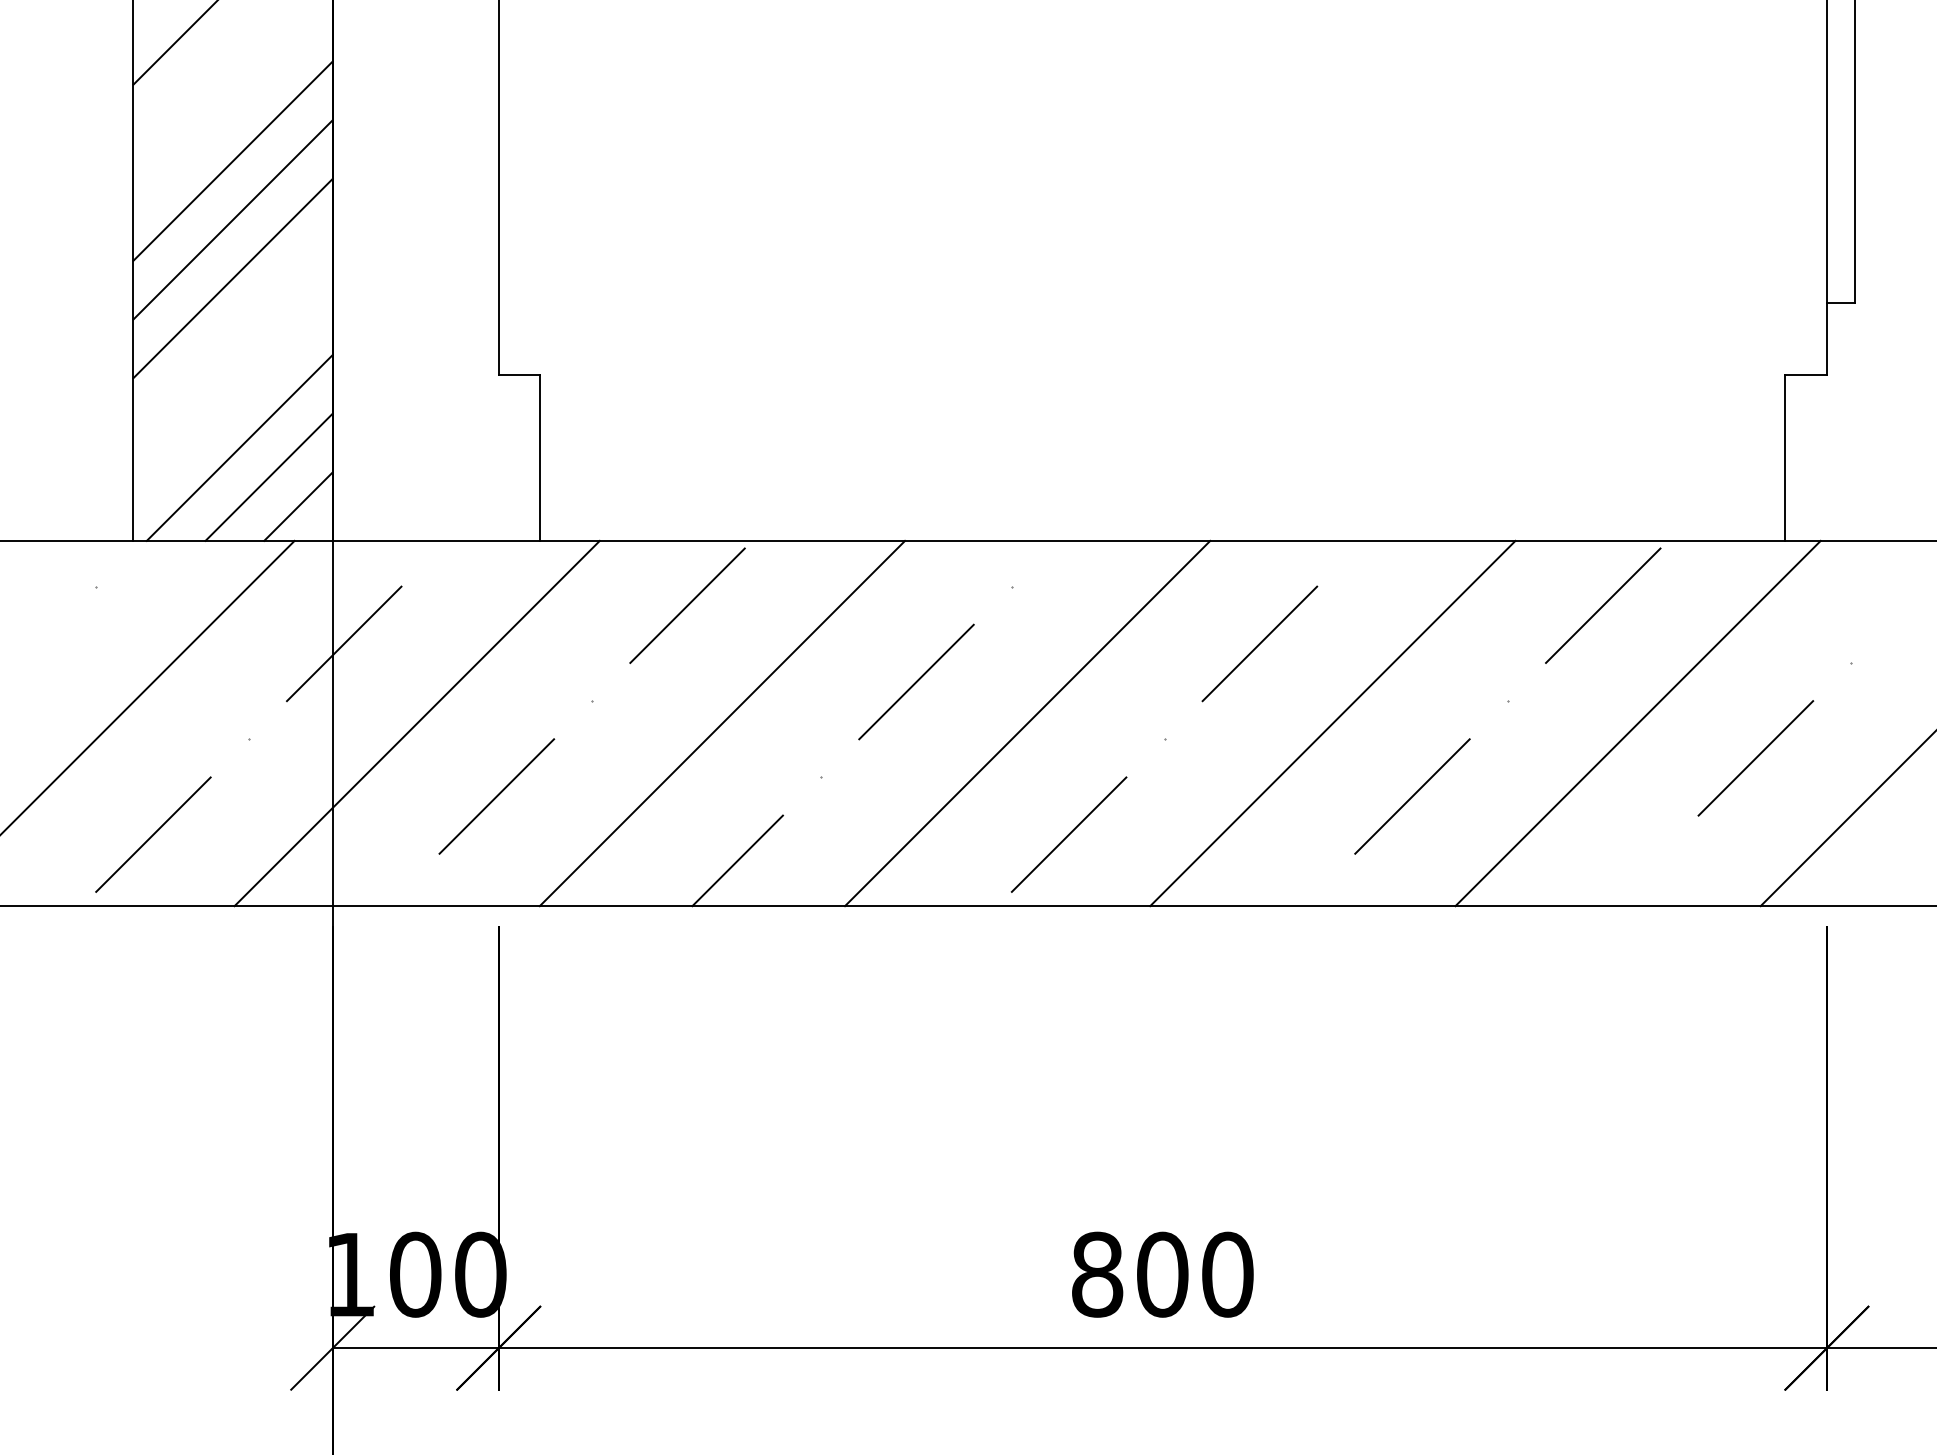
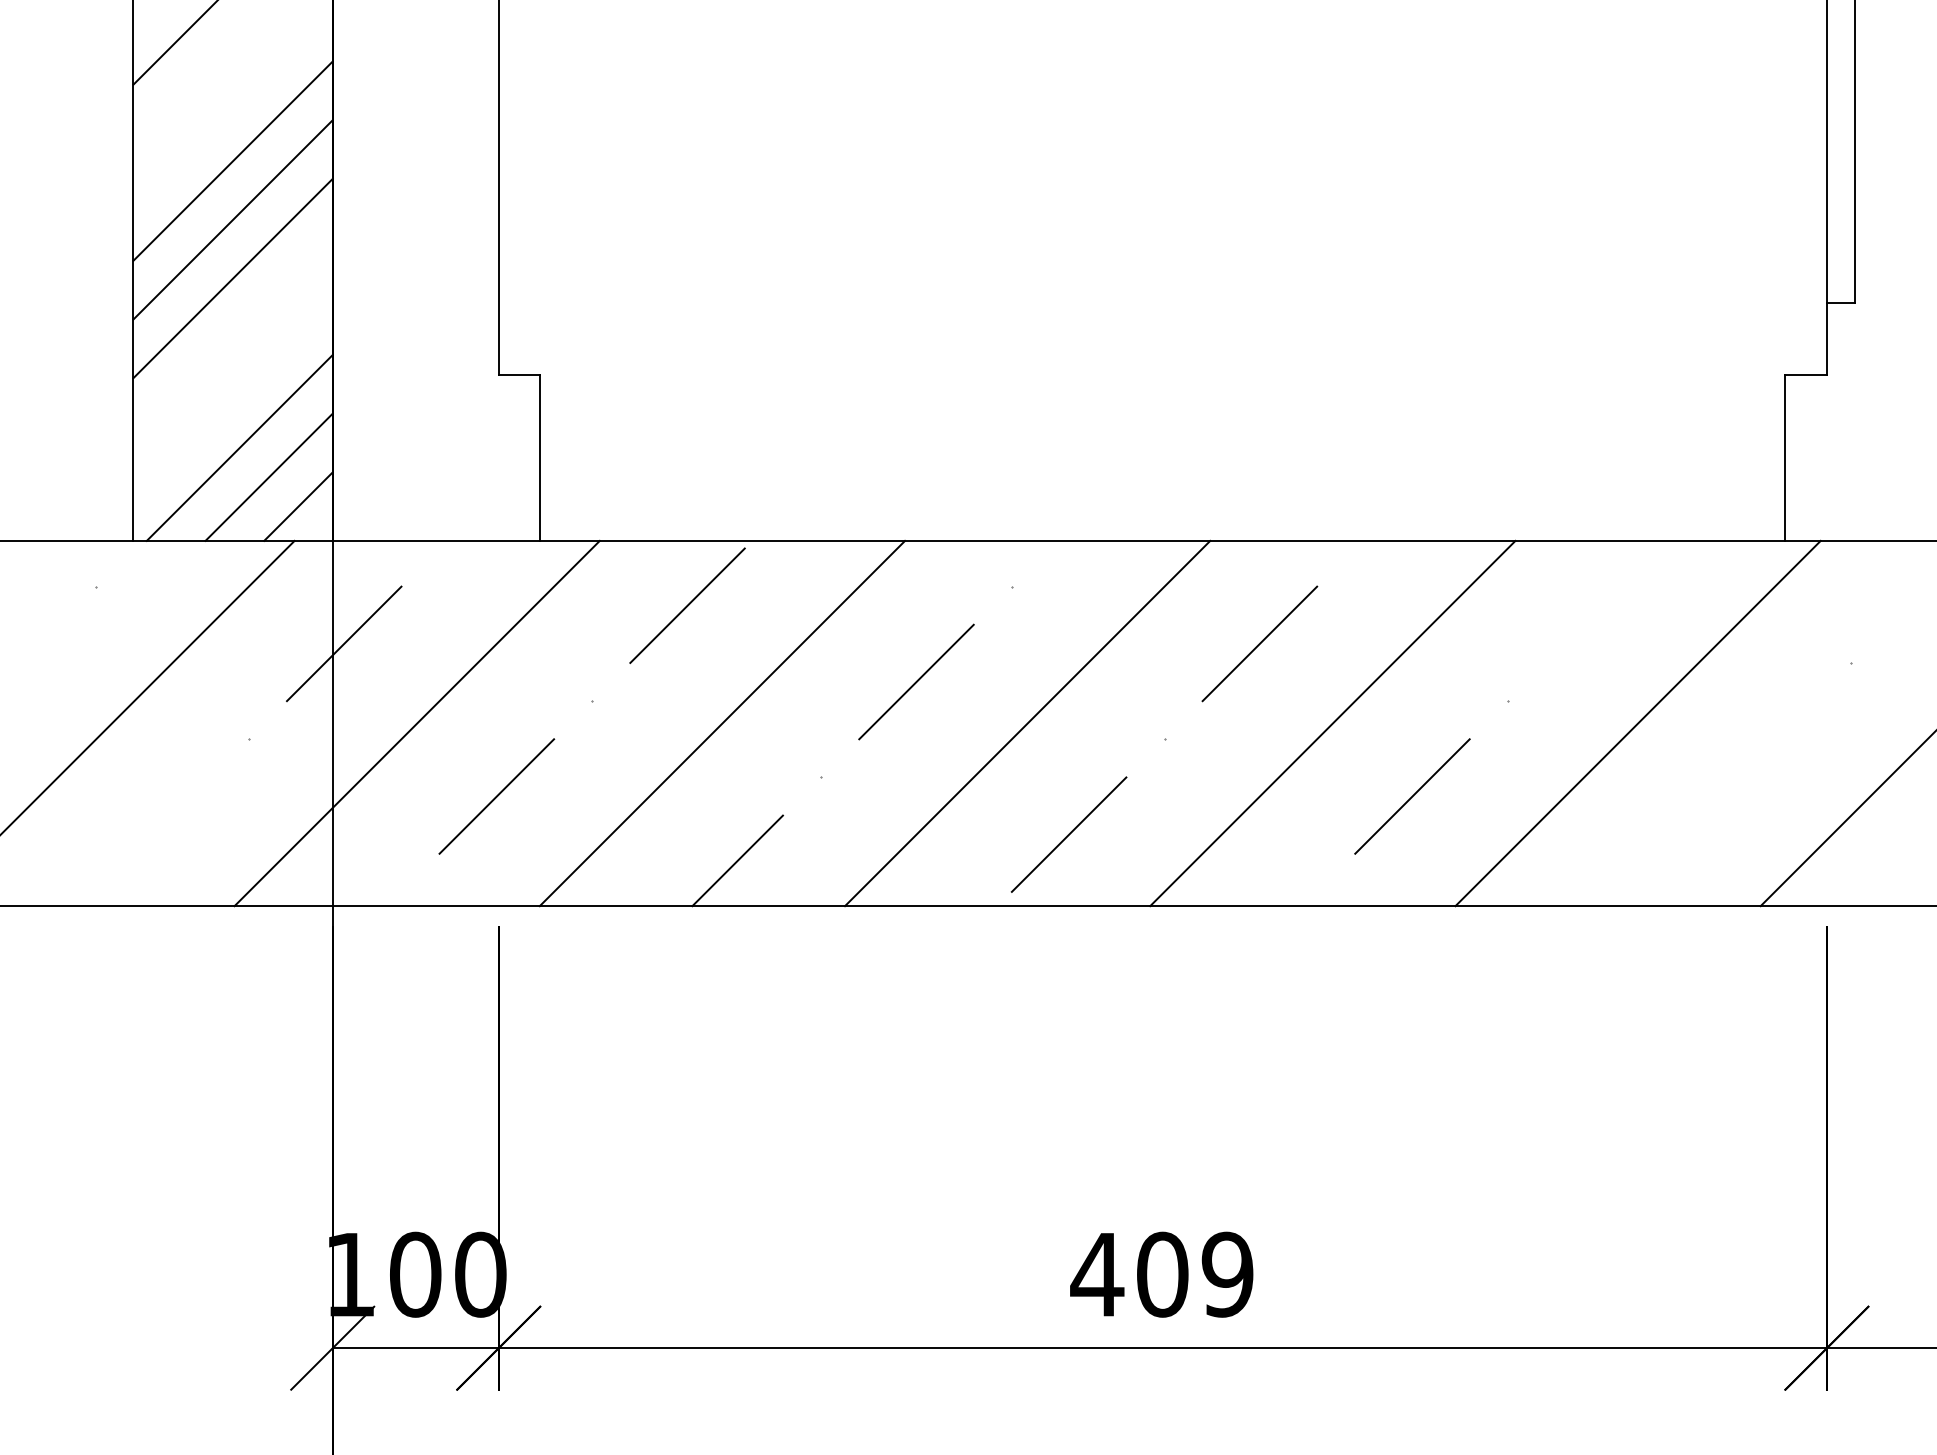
line at (1603, 605): present -> none
line at (1755, 758): present -> none
line at (153, 834): present -> none
text at (1161, 1274): 800 -> 409
